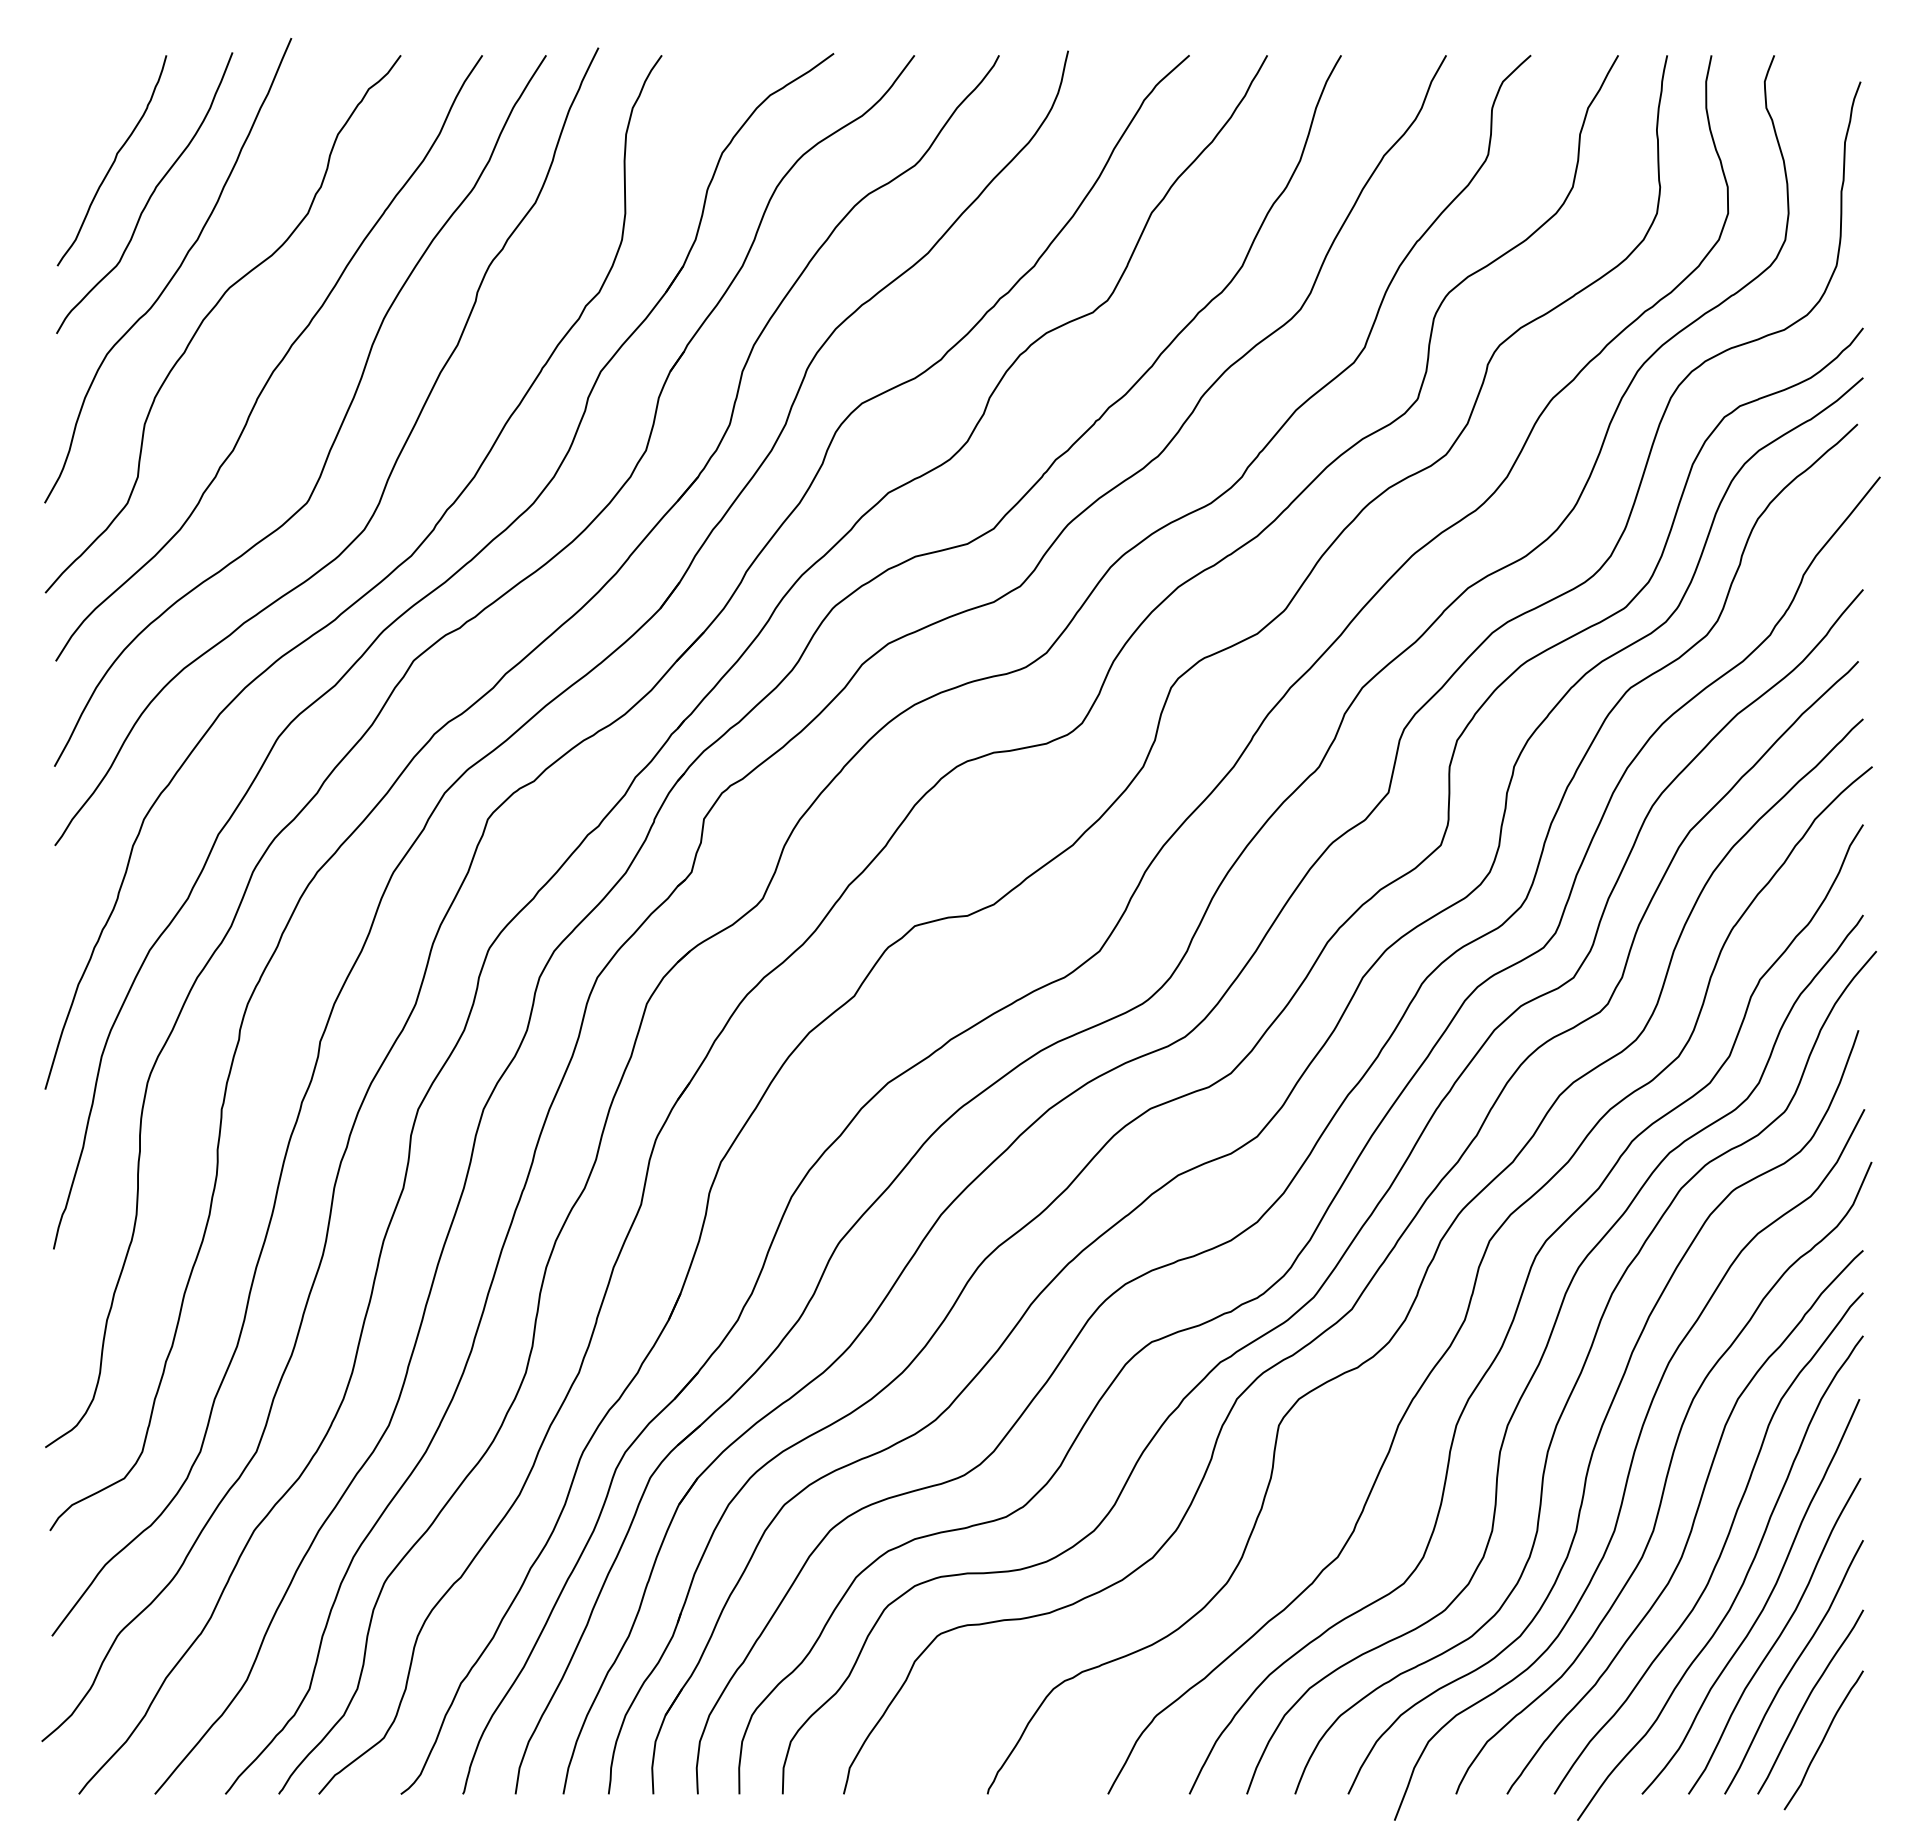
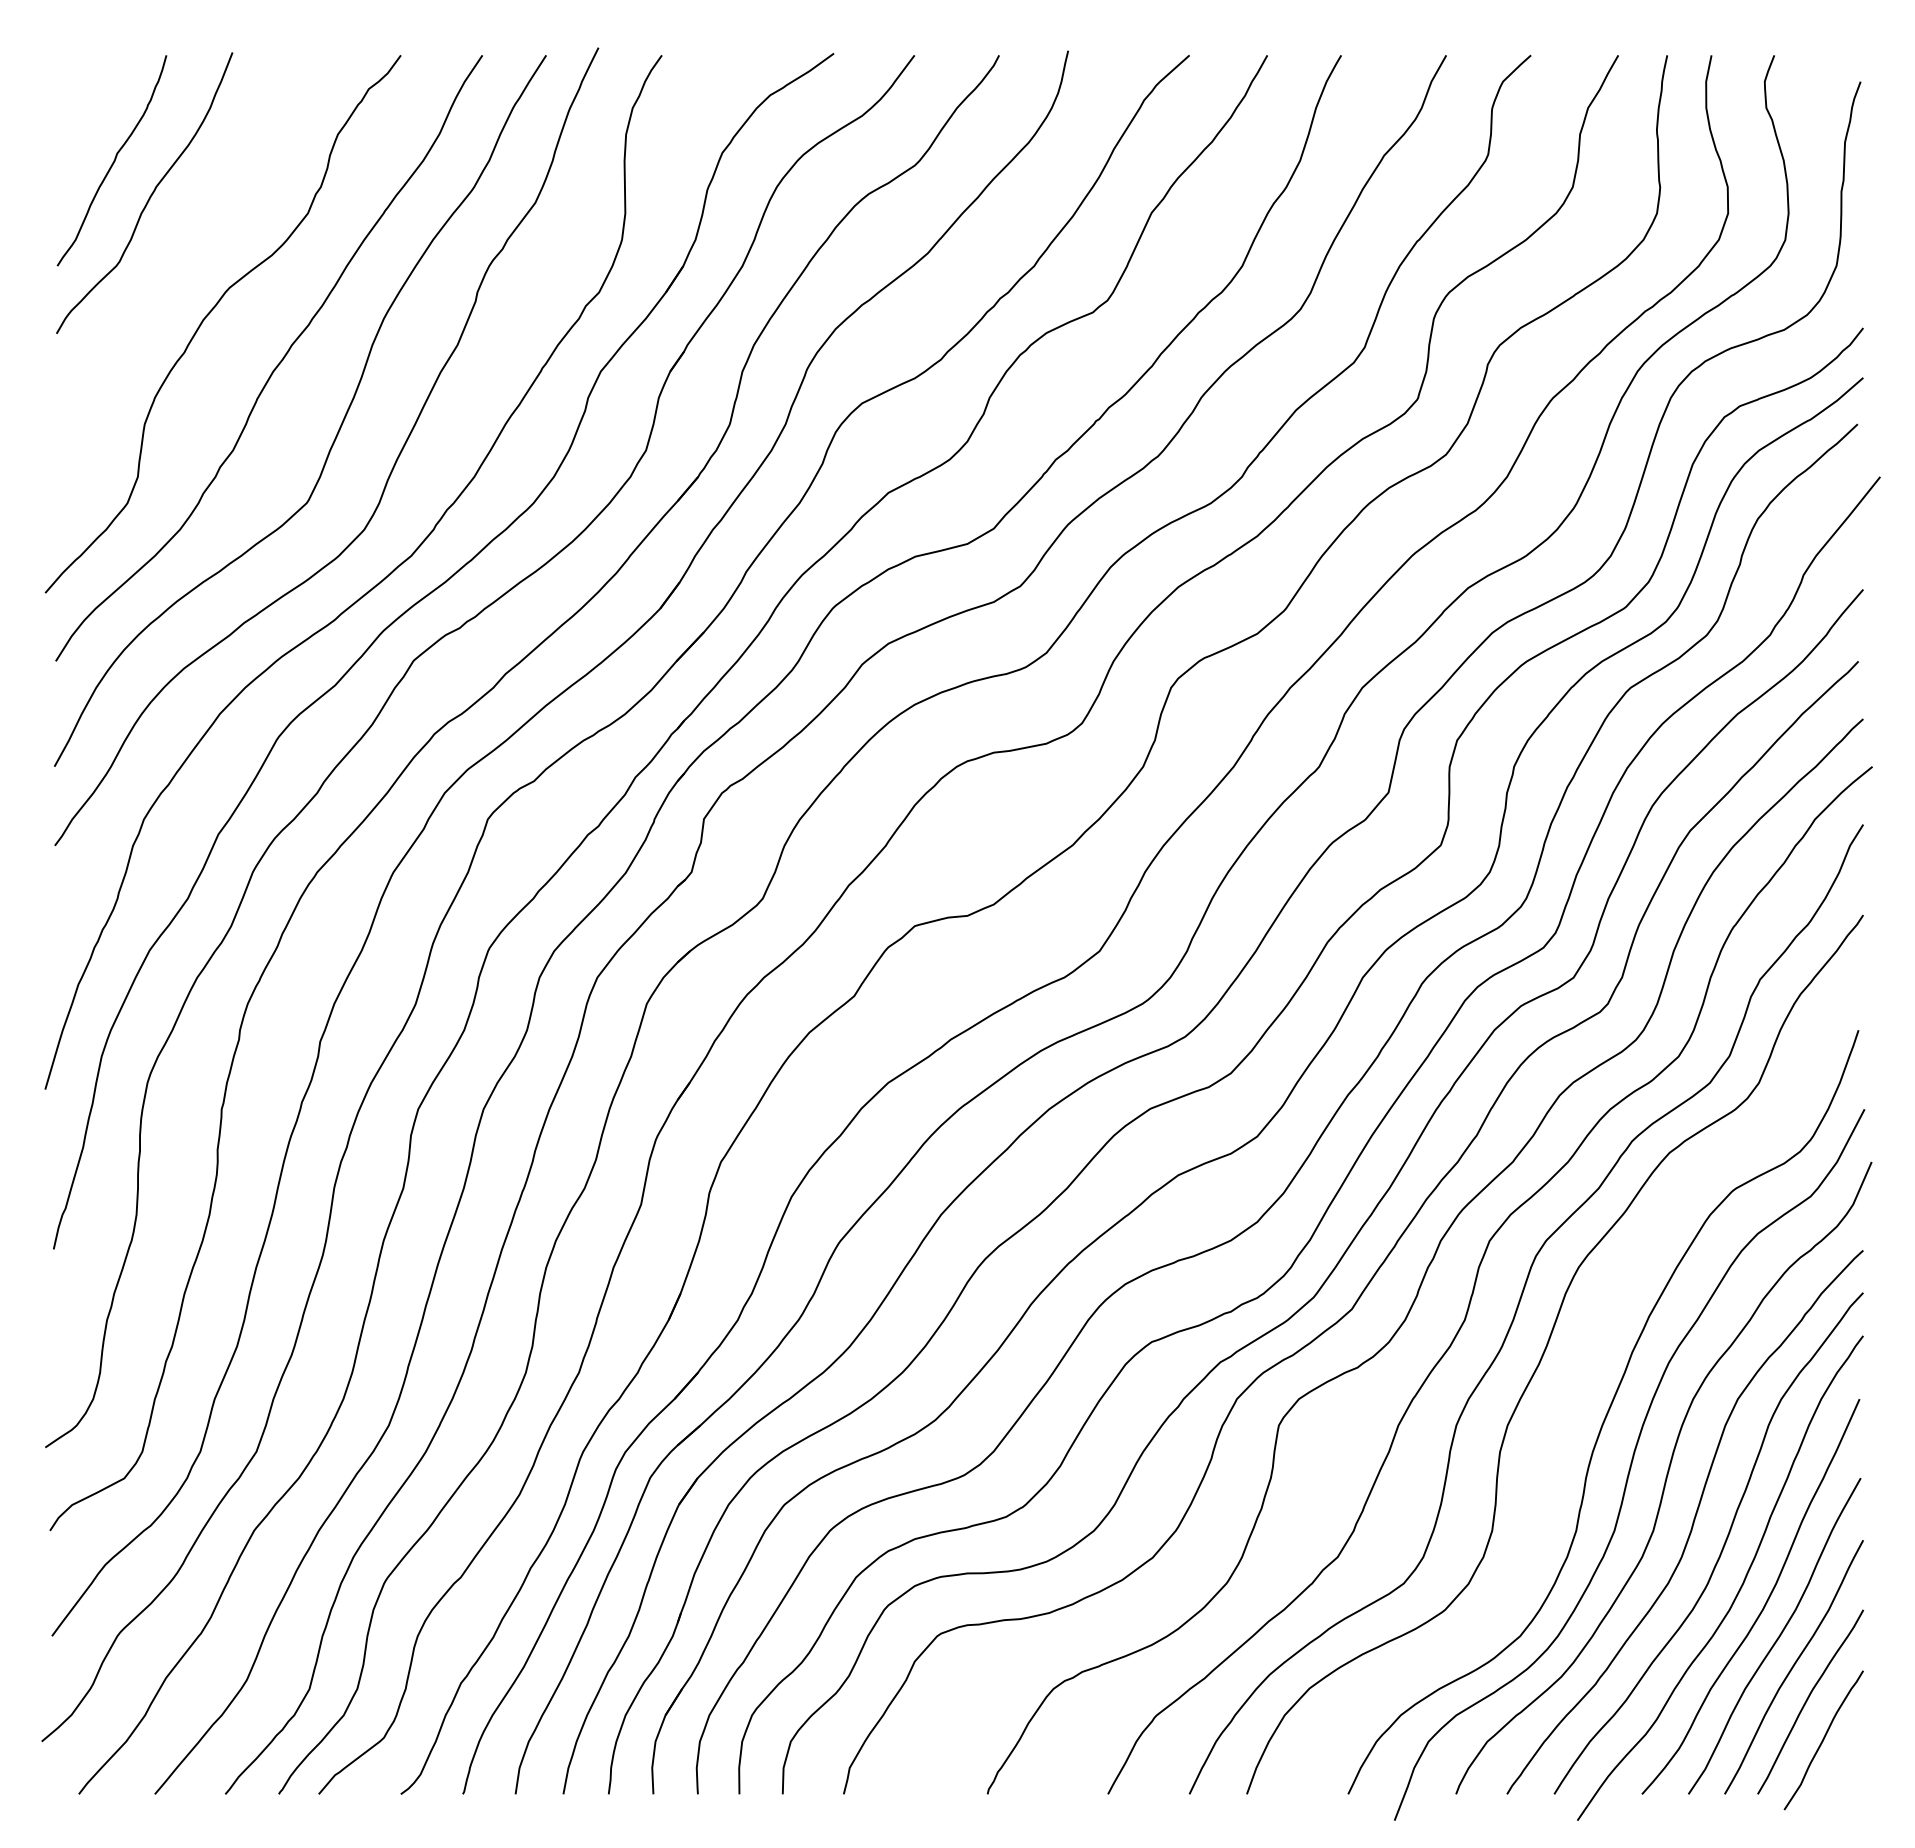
curve at (174, 272): present -> none
curve at (1582, 1372): present -> none
